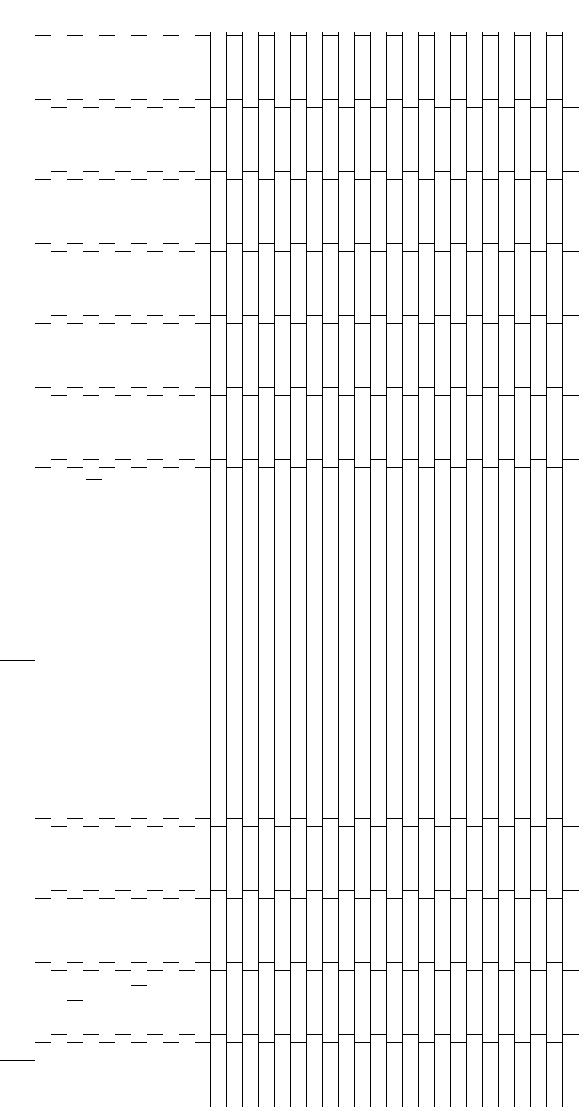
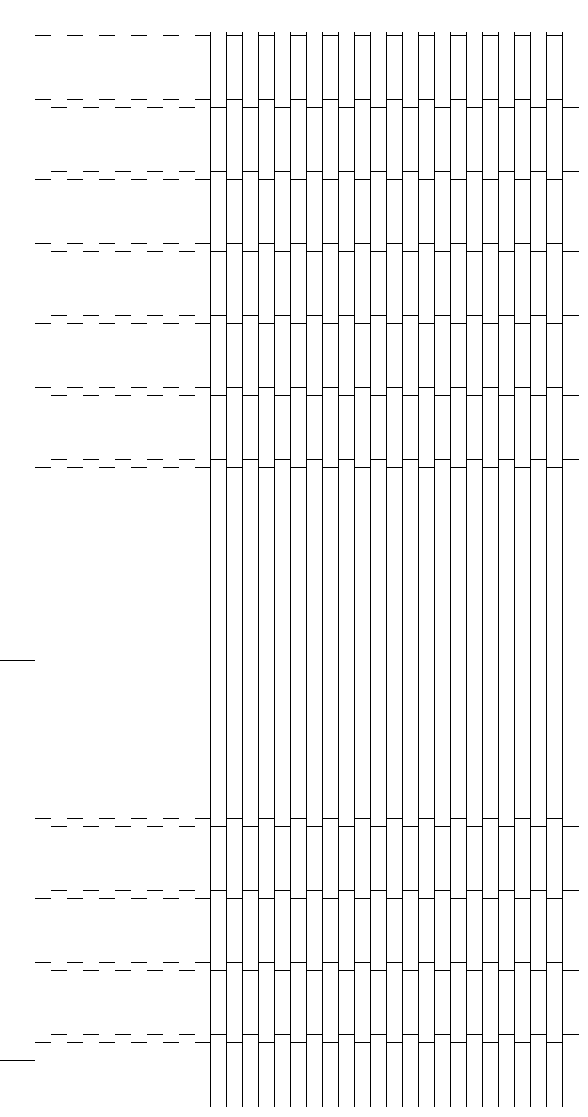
line at (93, 479): present -> none
line at (138, 985): present -> none
line at (74, 1000): present -> none
